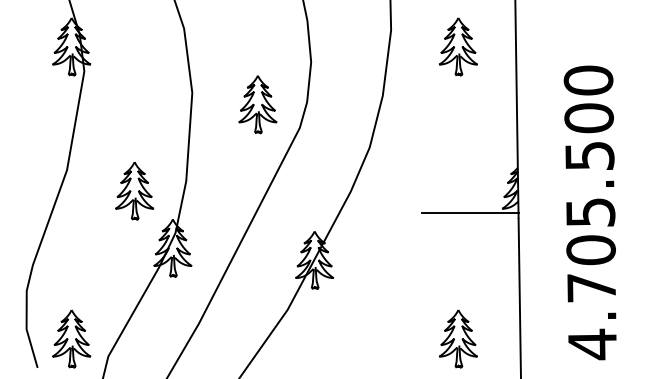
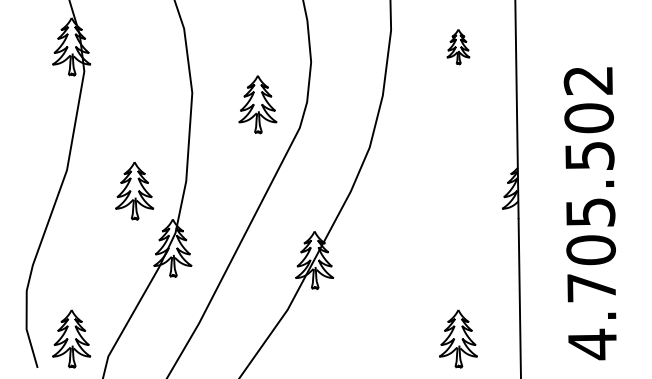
part at (458, 46) size: 39x60 px -> 25x37 px
text at (588, 80): 4.705.500 -> 4.705.502
line at (470, 212): present -> none
